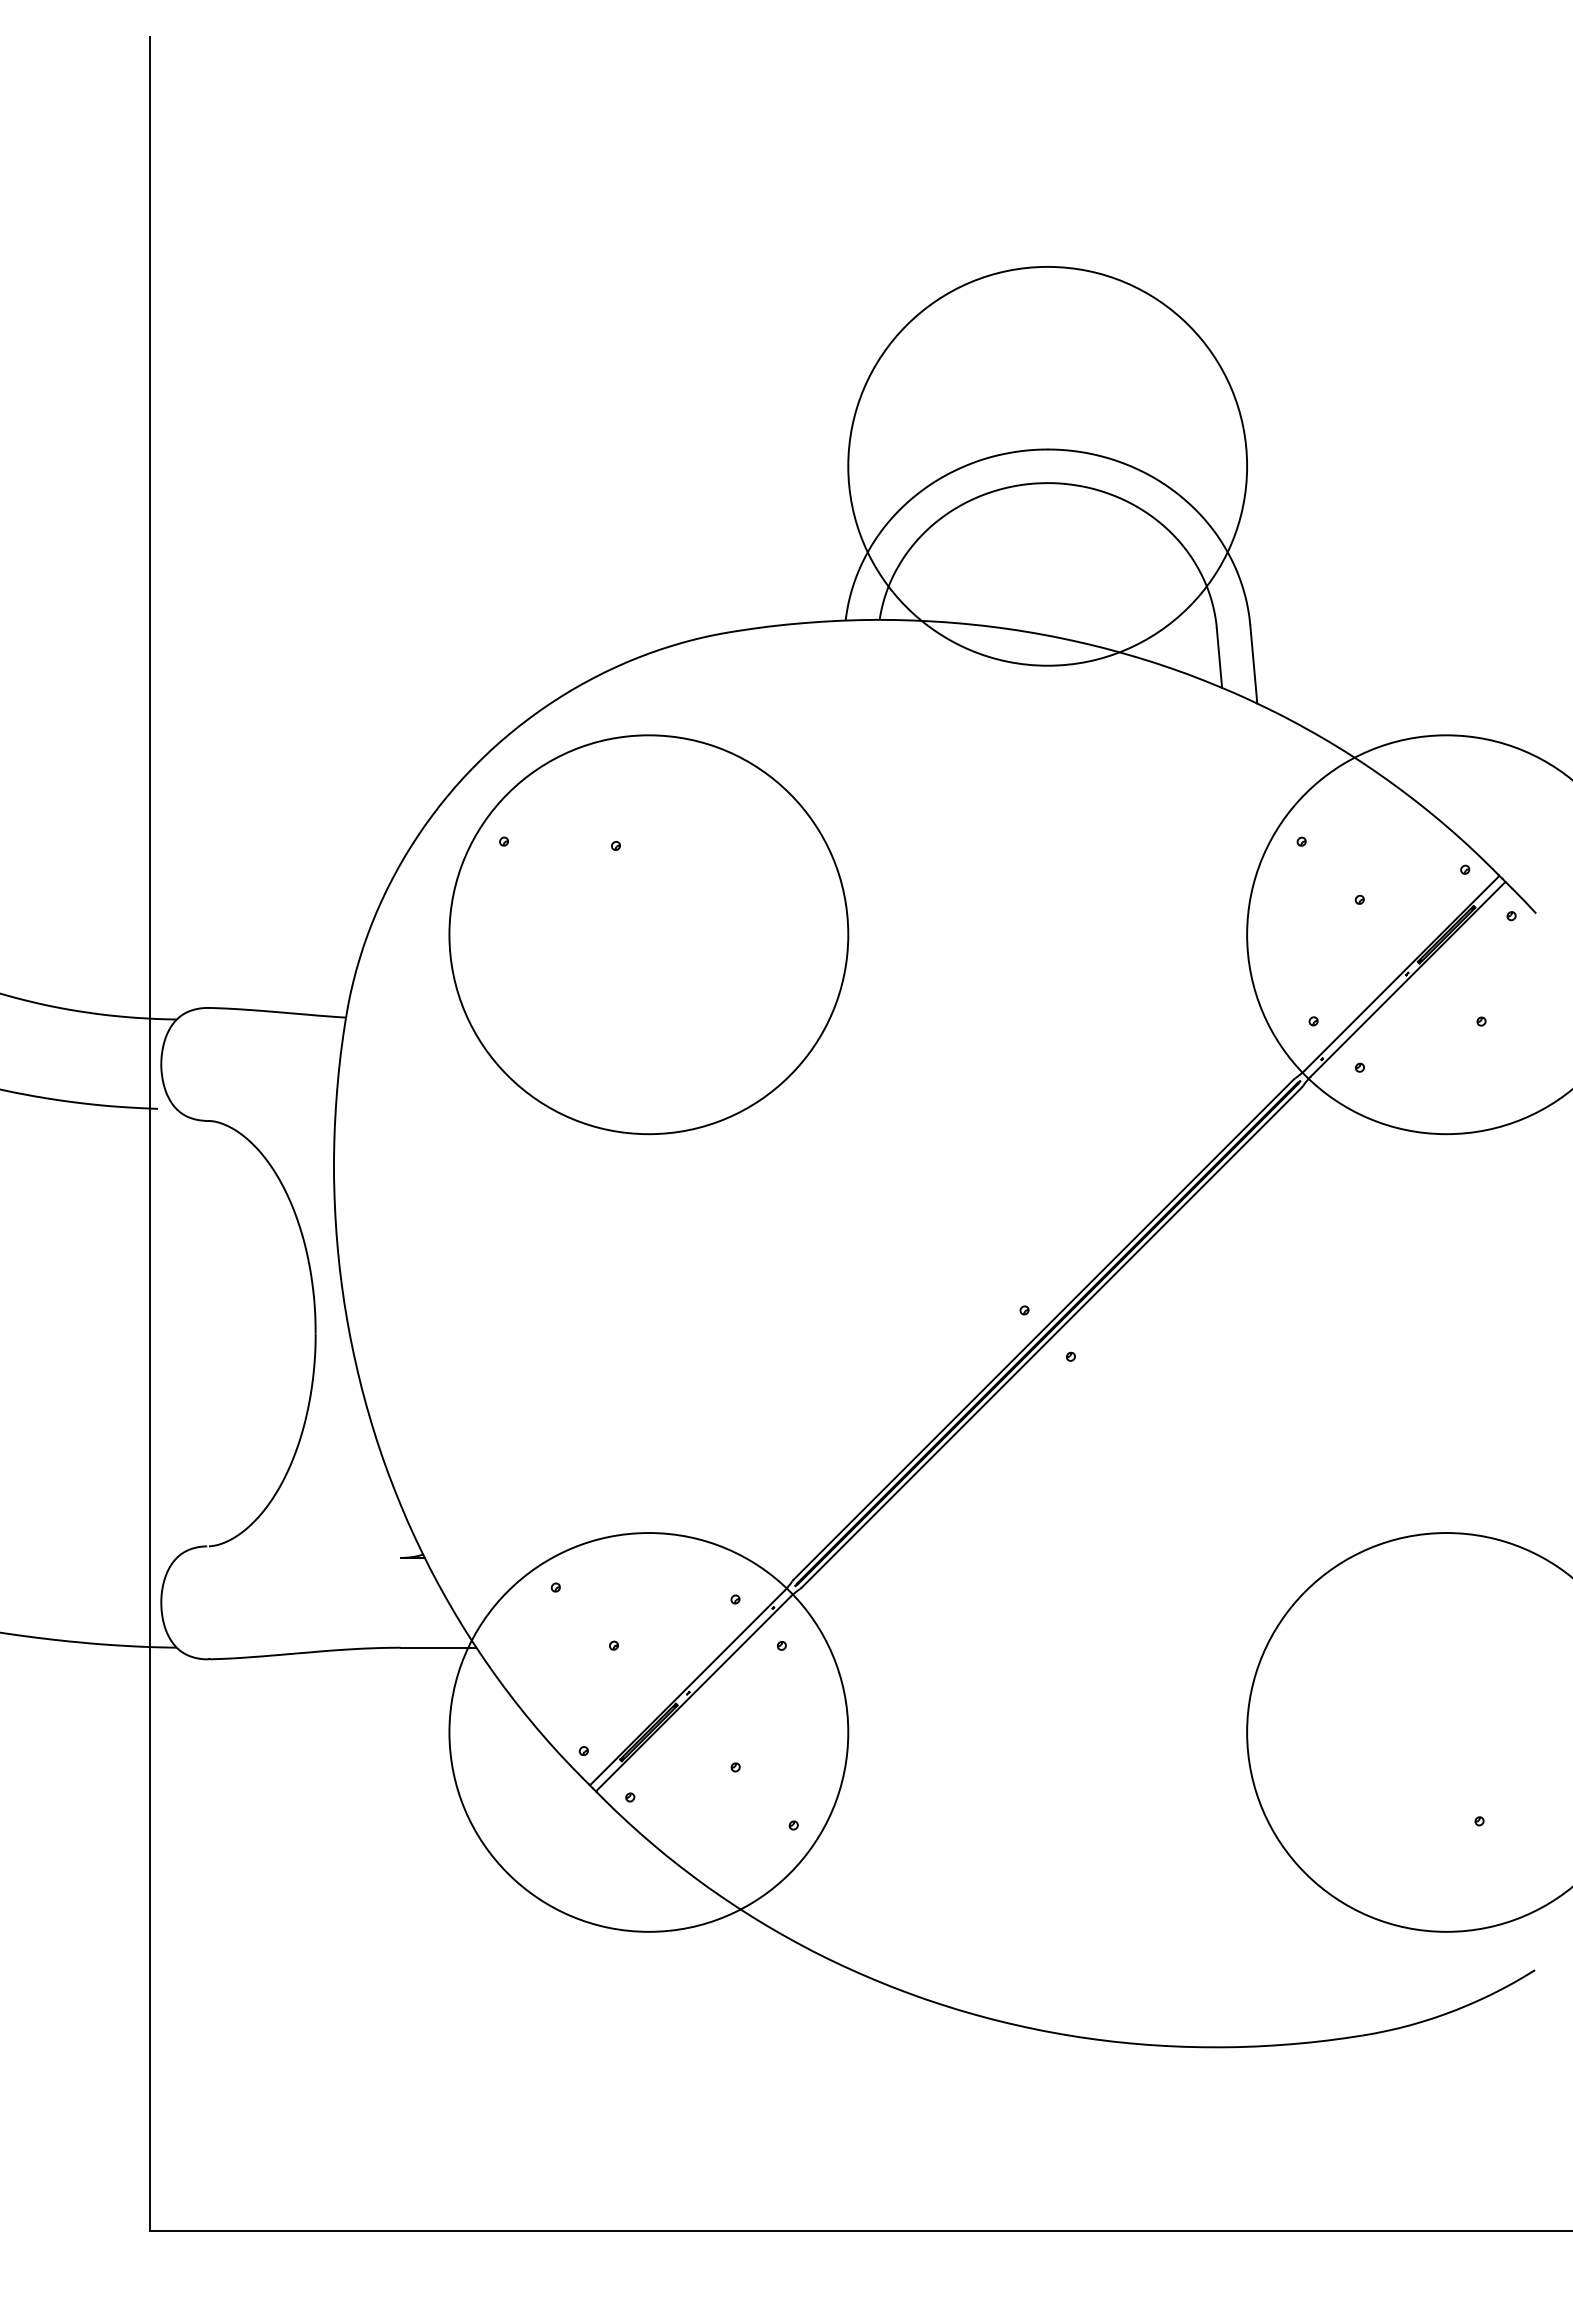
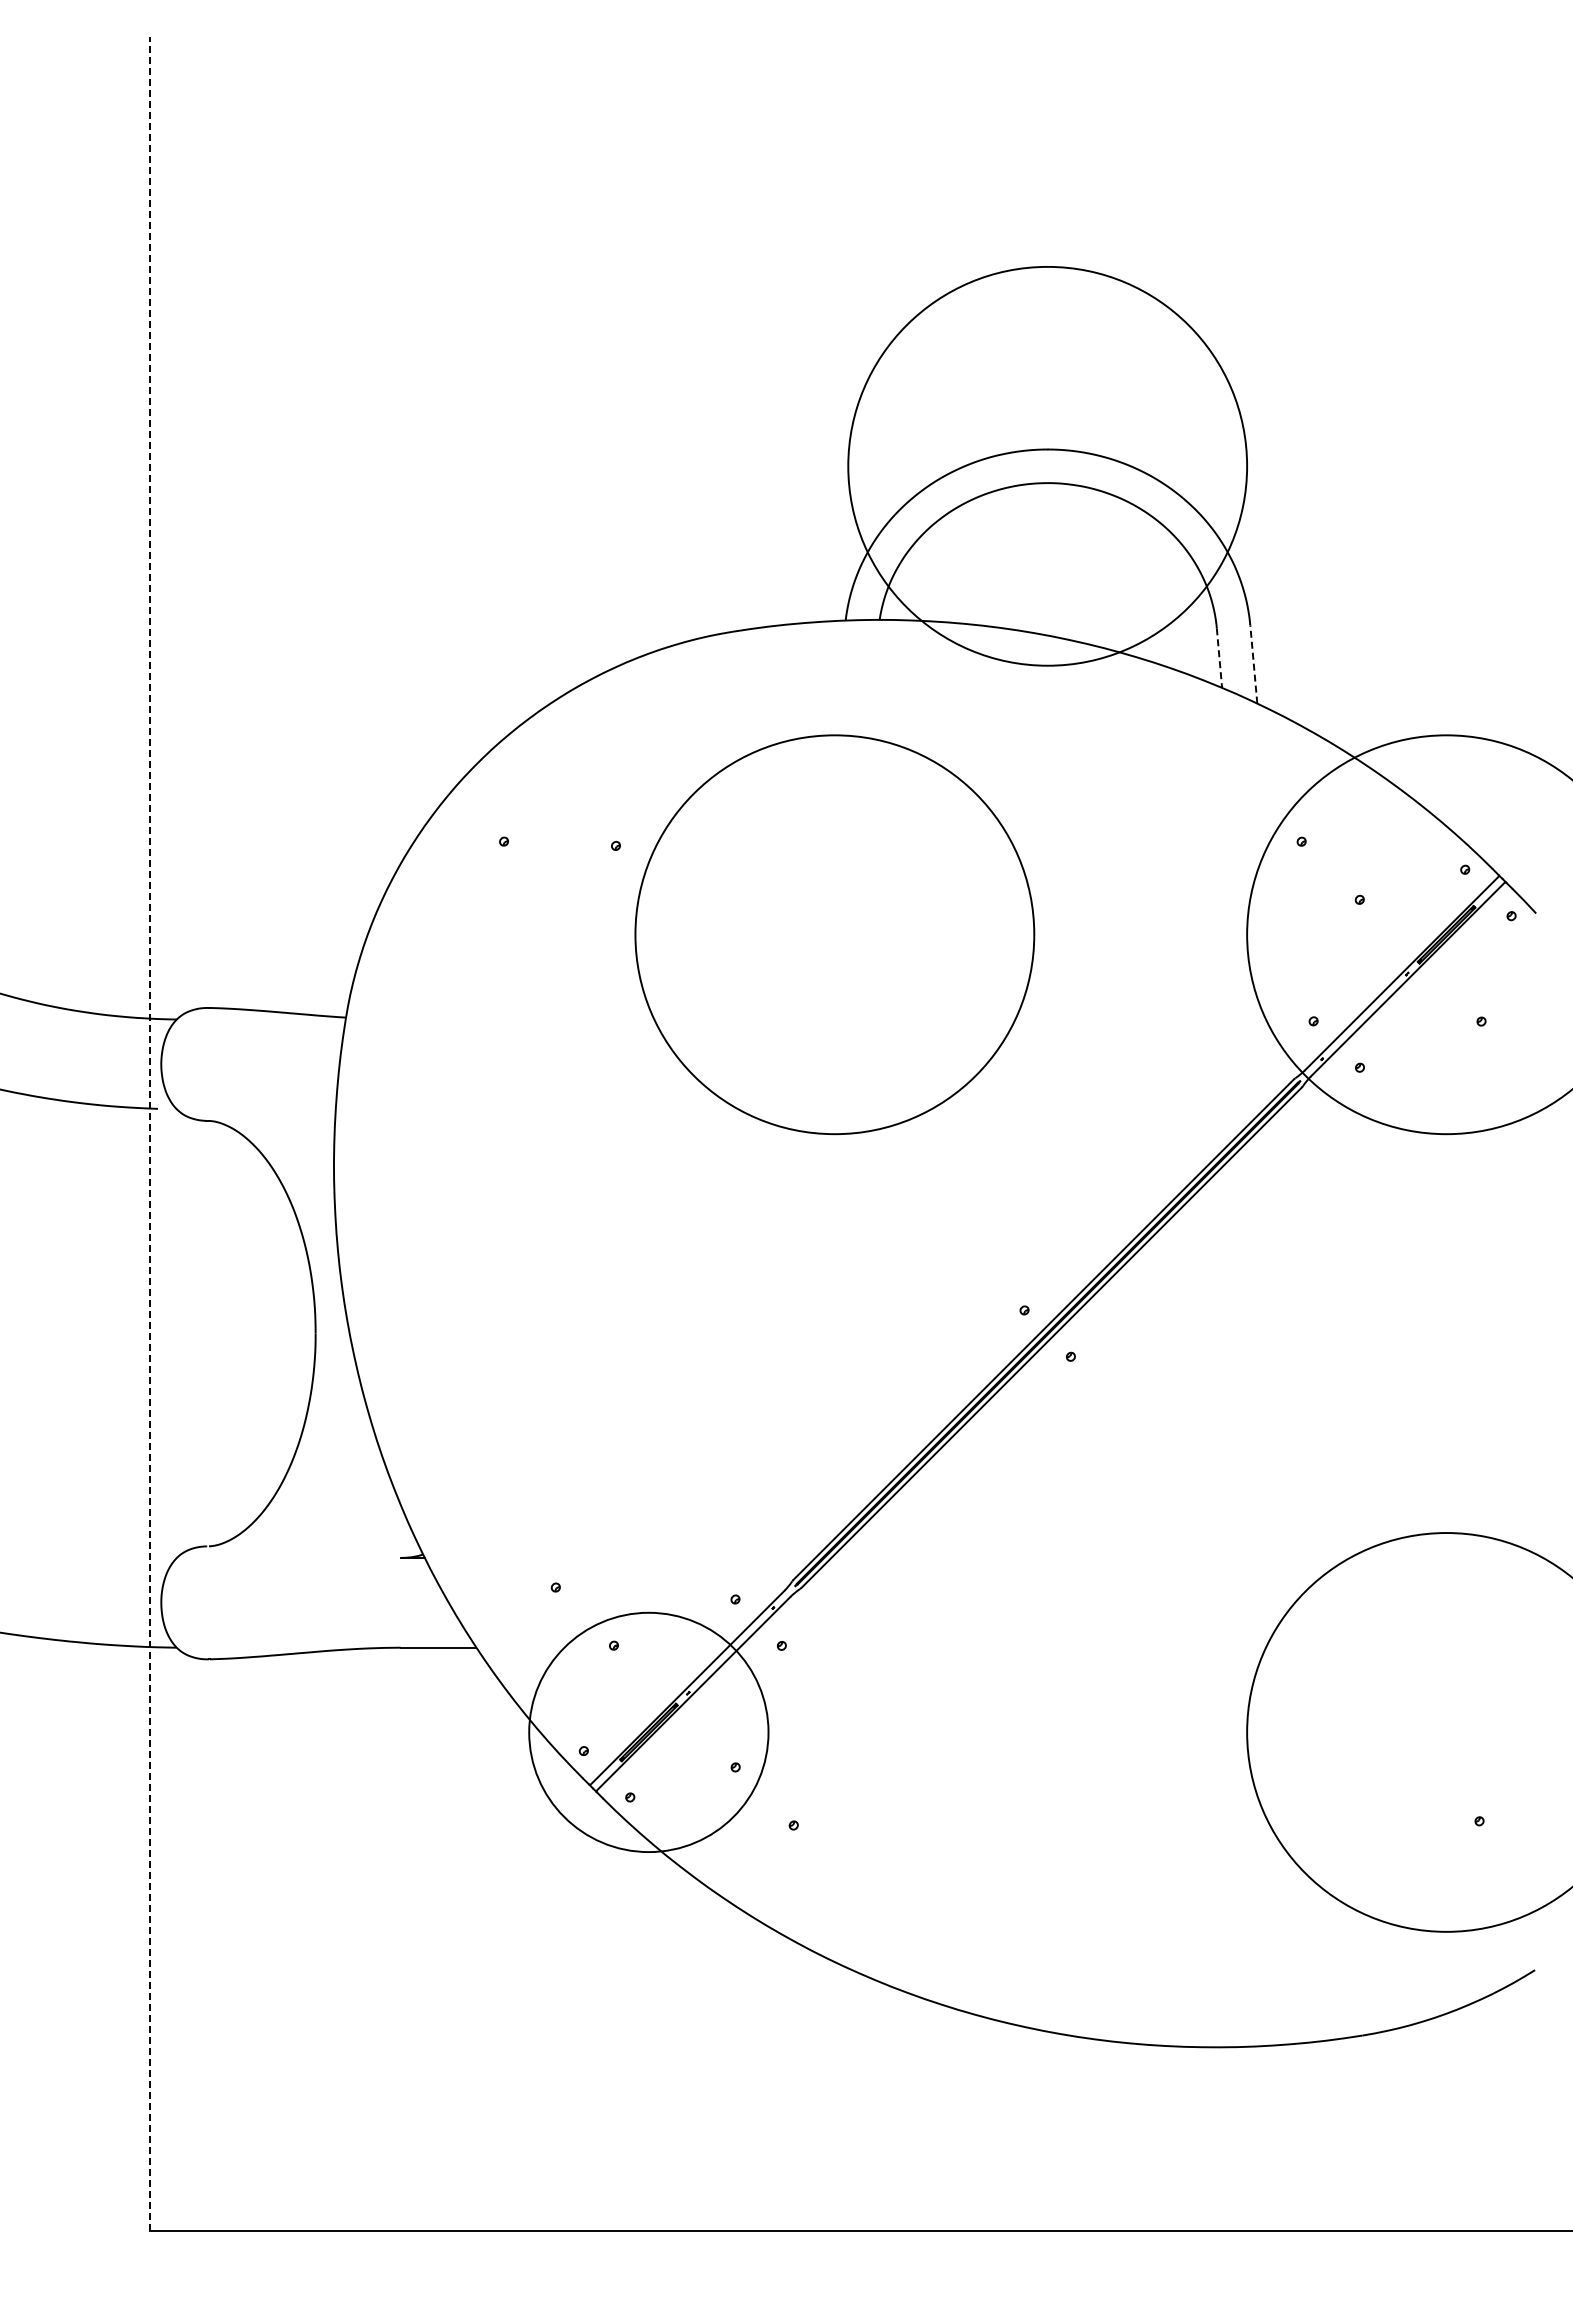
line at (1219, 658): solid -> dashed
line at (1253, 663): solid -> dashed
circle at (648, 934) position: (648, 934) -> (834, 934)
line at (150, 1134): solid -> dashed
circle at (648, 1732) diameter: 399 px -> 239 px
